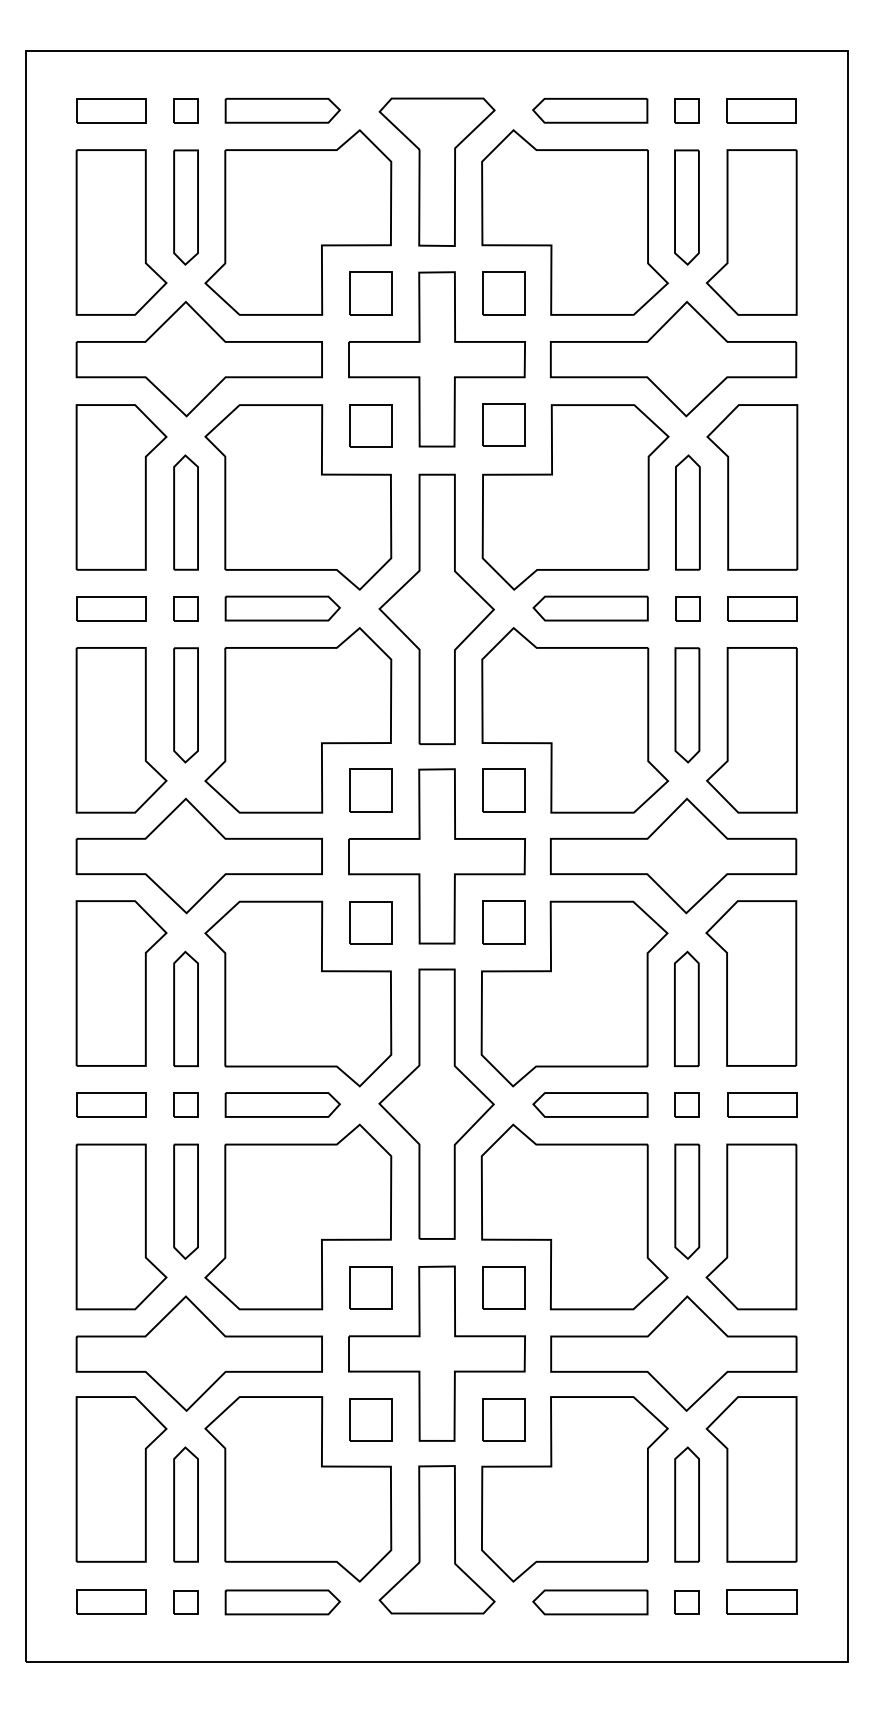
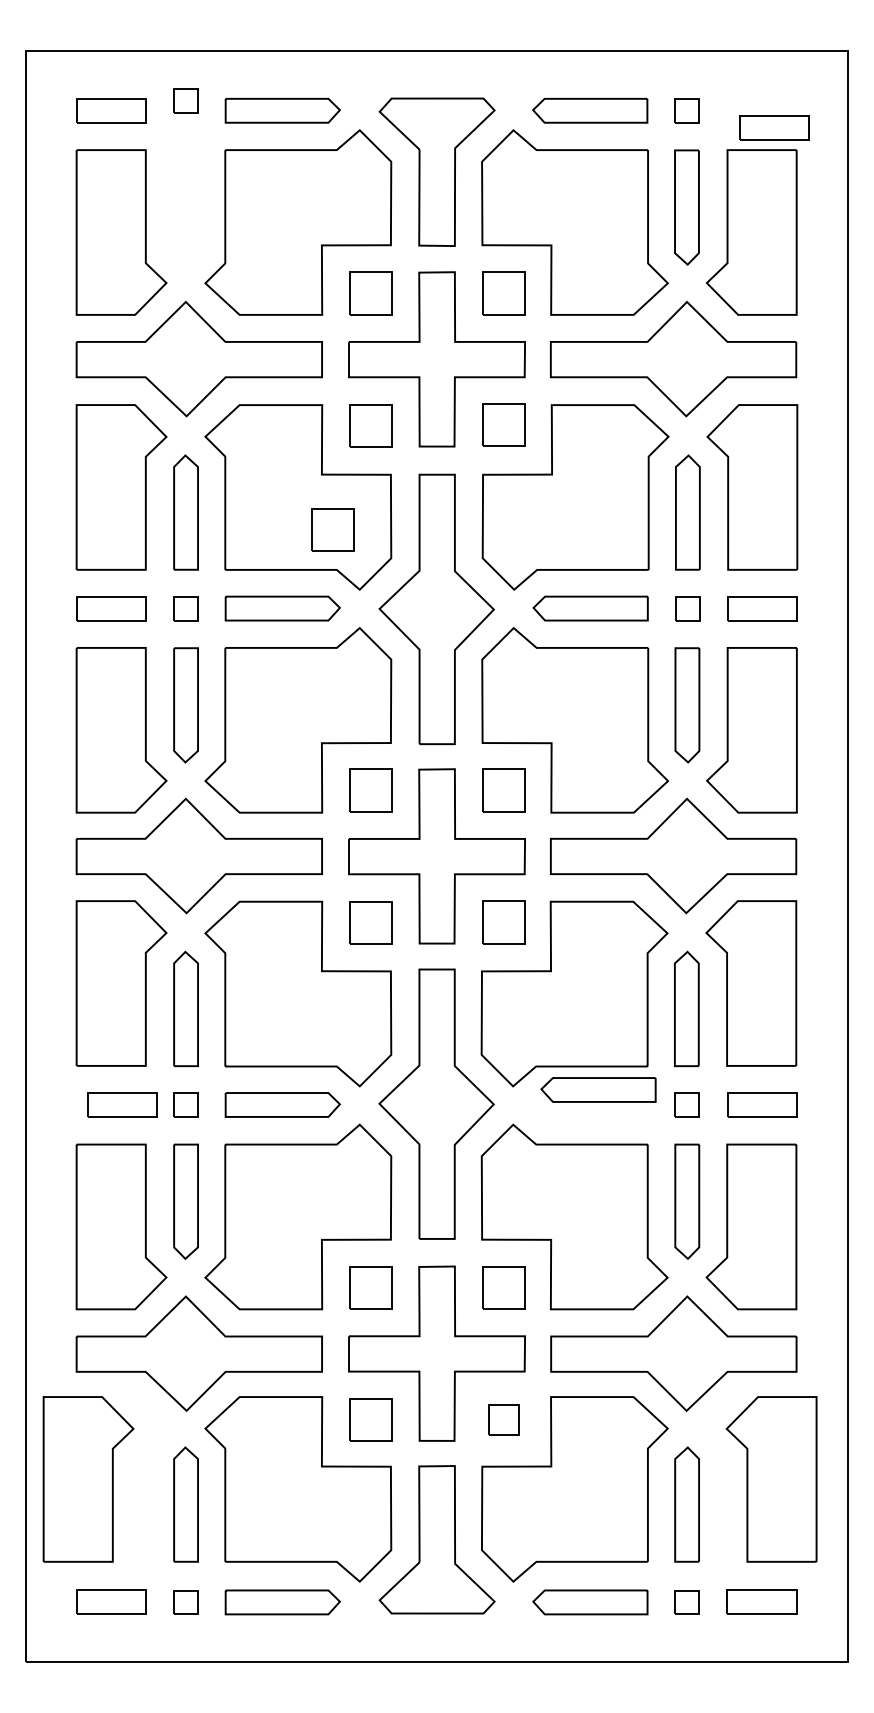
part at (185, 110) position: (185, 110) -> (185, 100)
part at (761, 110) position: (761, 110) -> (774, 127)
part at (185, 207): present -> none
part at (332, 529): none -> present
part at (111, 1104) position: (111, 1104) -> (122, 1104)
part at (590, 1104) position: (590, 1104) -> (598, 1089)
part at (503, 1419) size: 44x44 px -> 32x32 px
part at (121, 1479) position: (121, 1479) -> (88, 1479)
part at (751, 1479) position: (751, 1479) -> (771, 1479)
